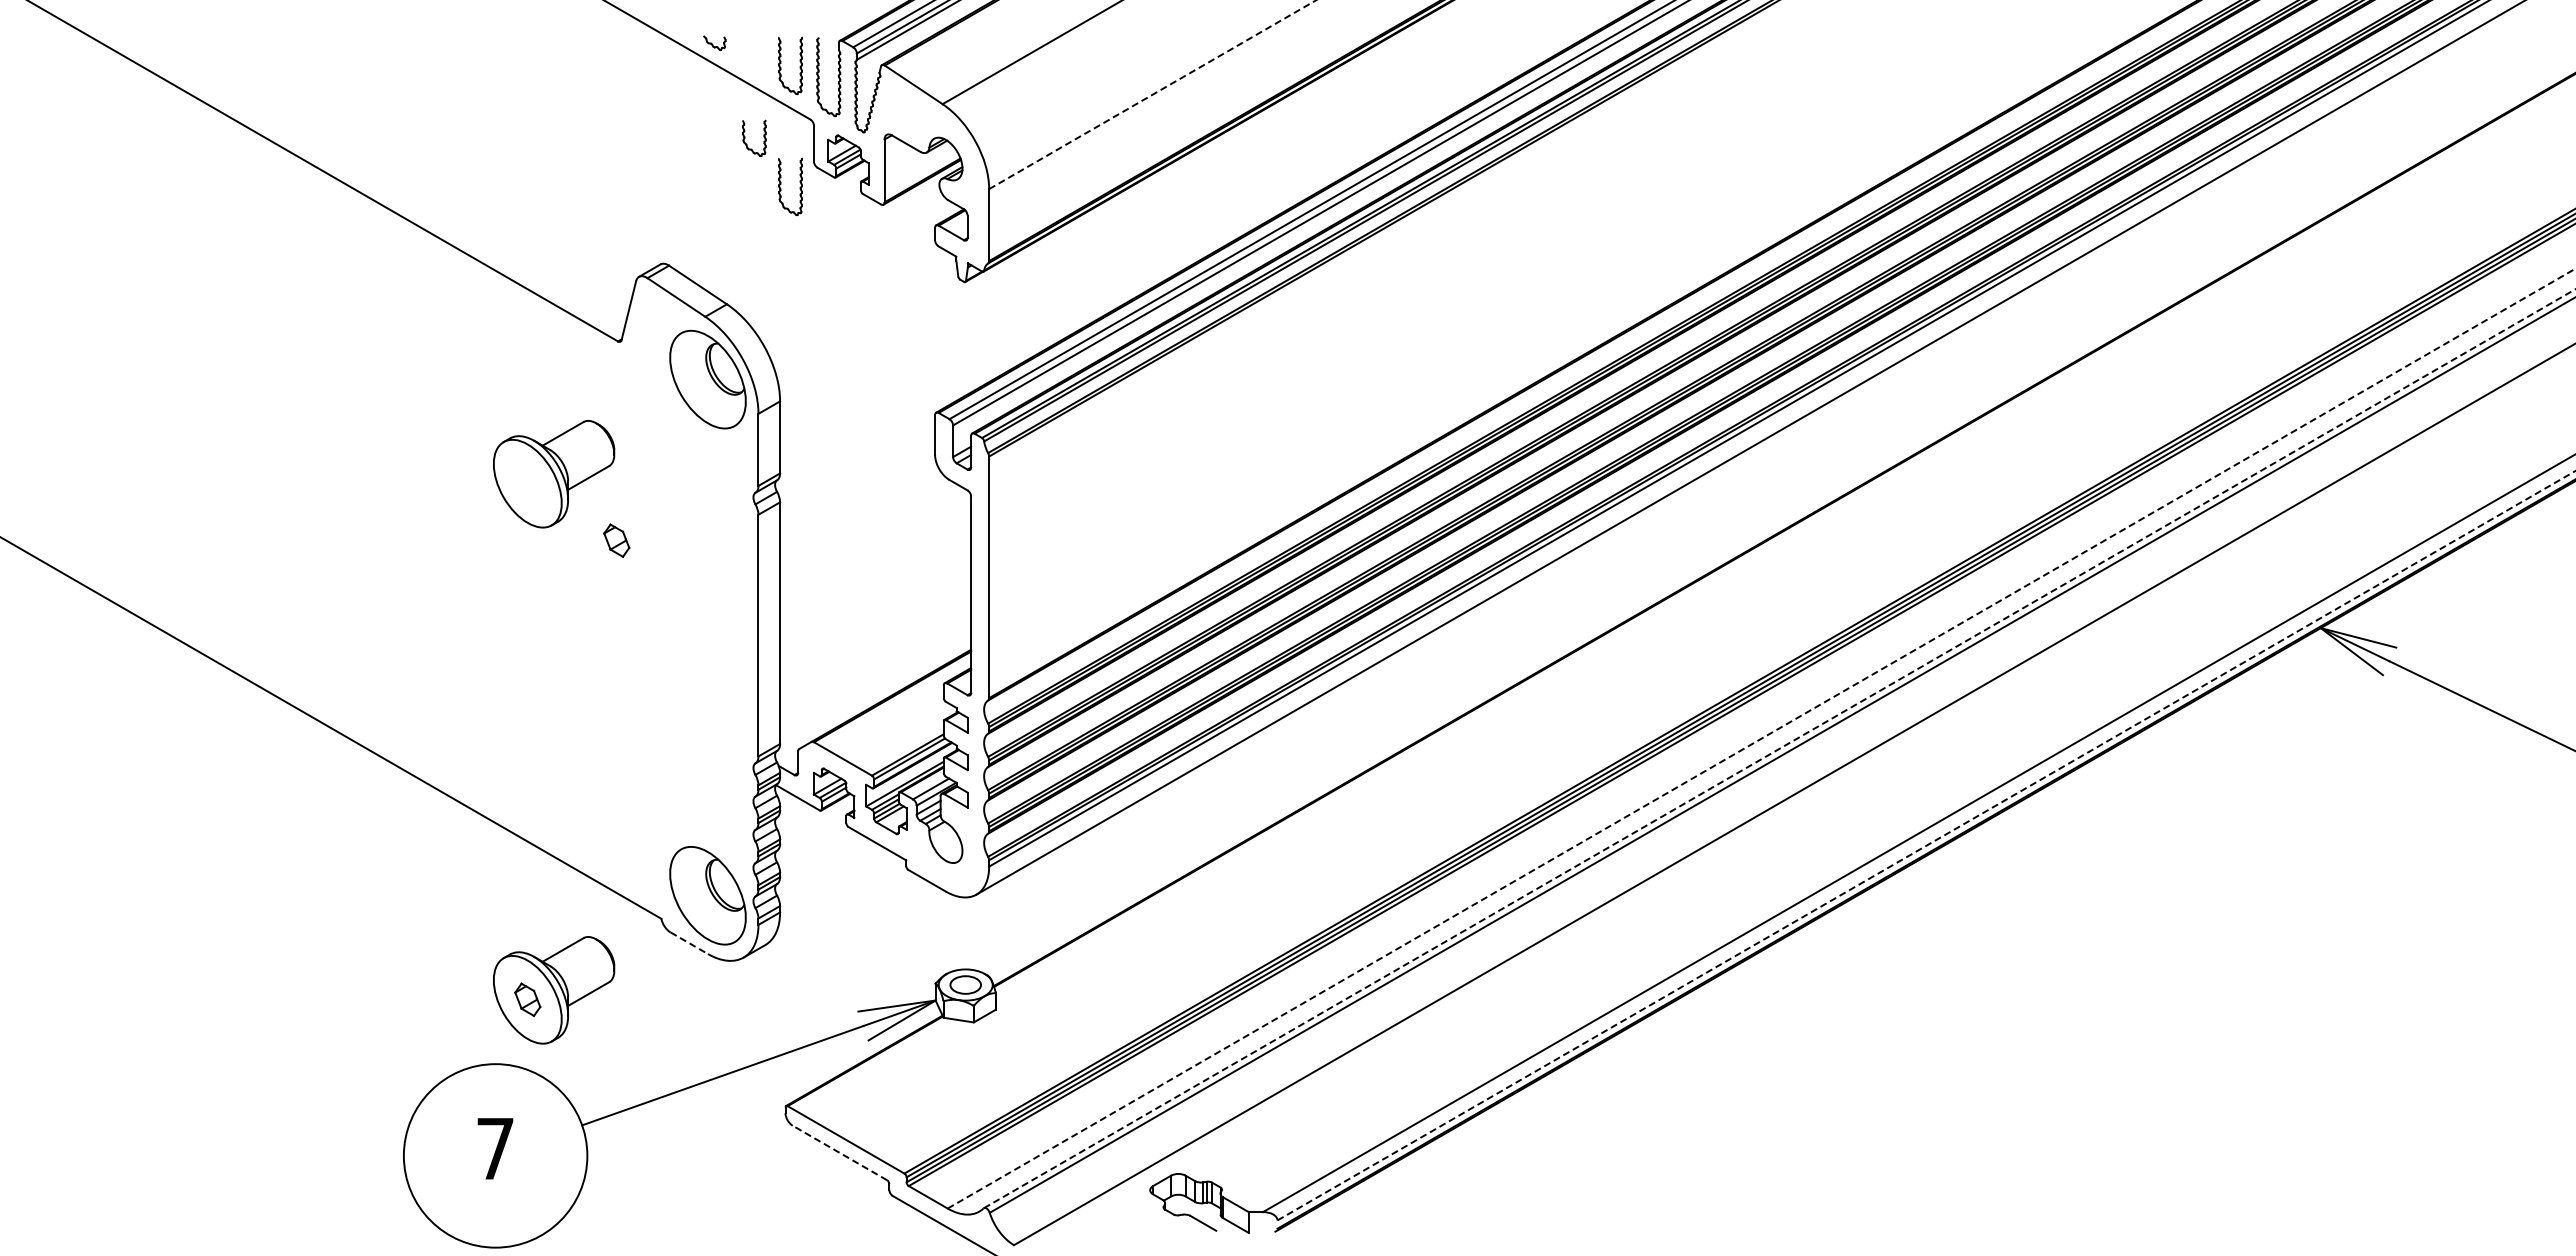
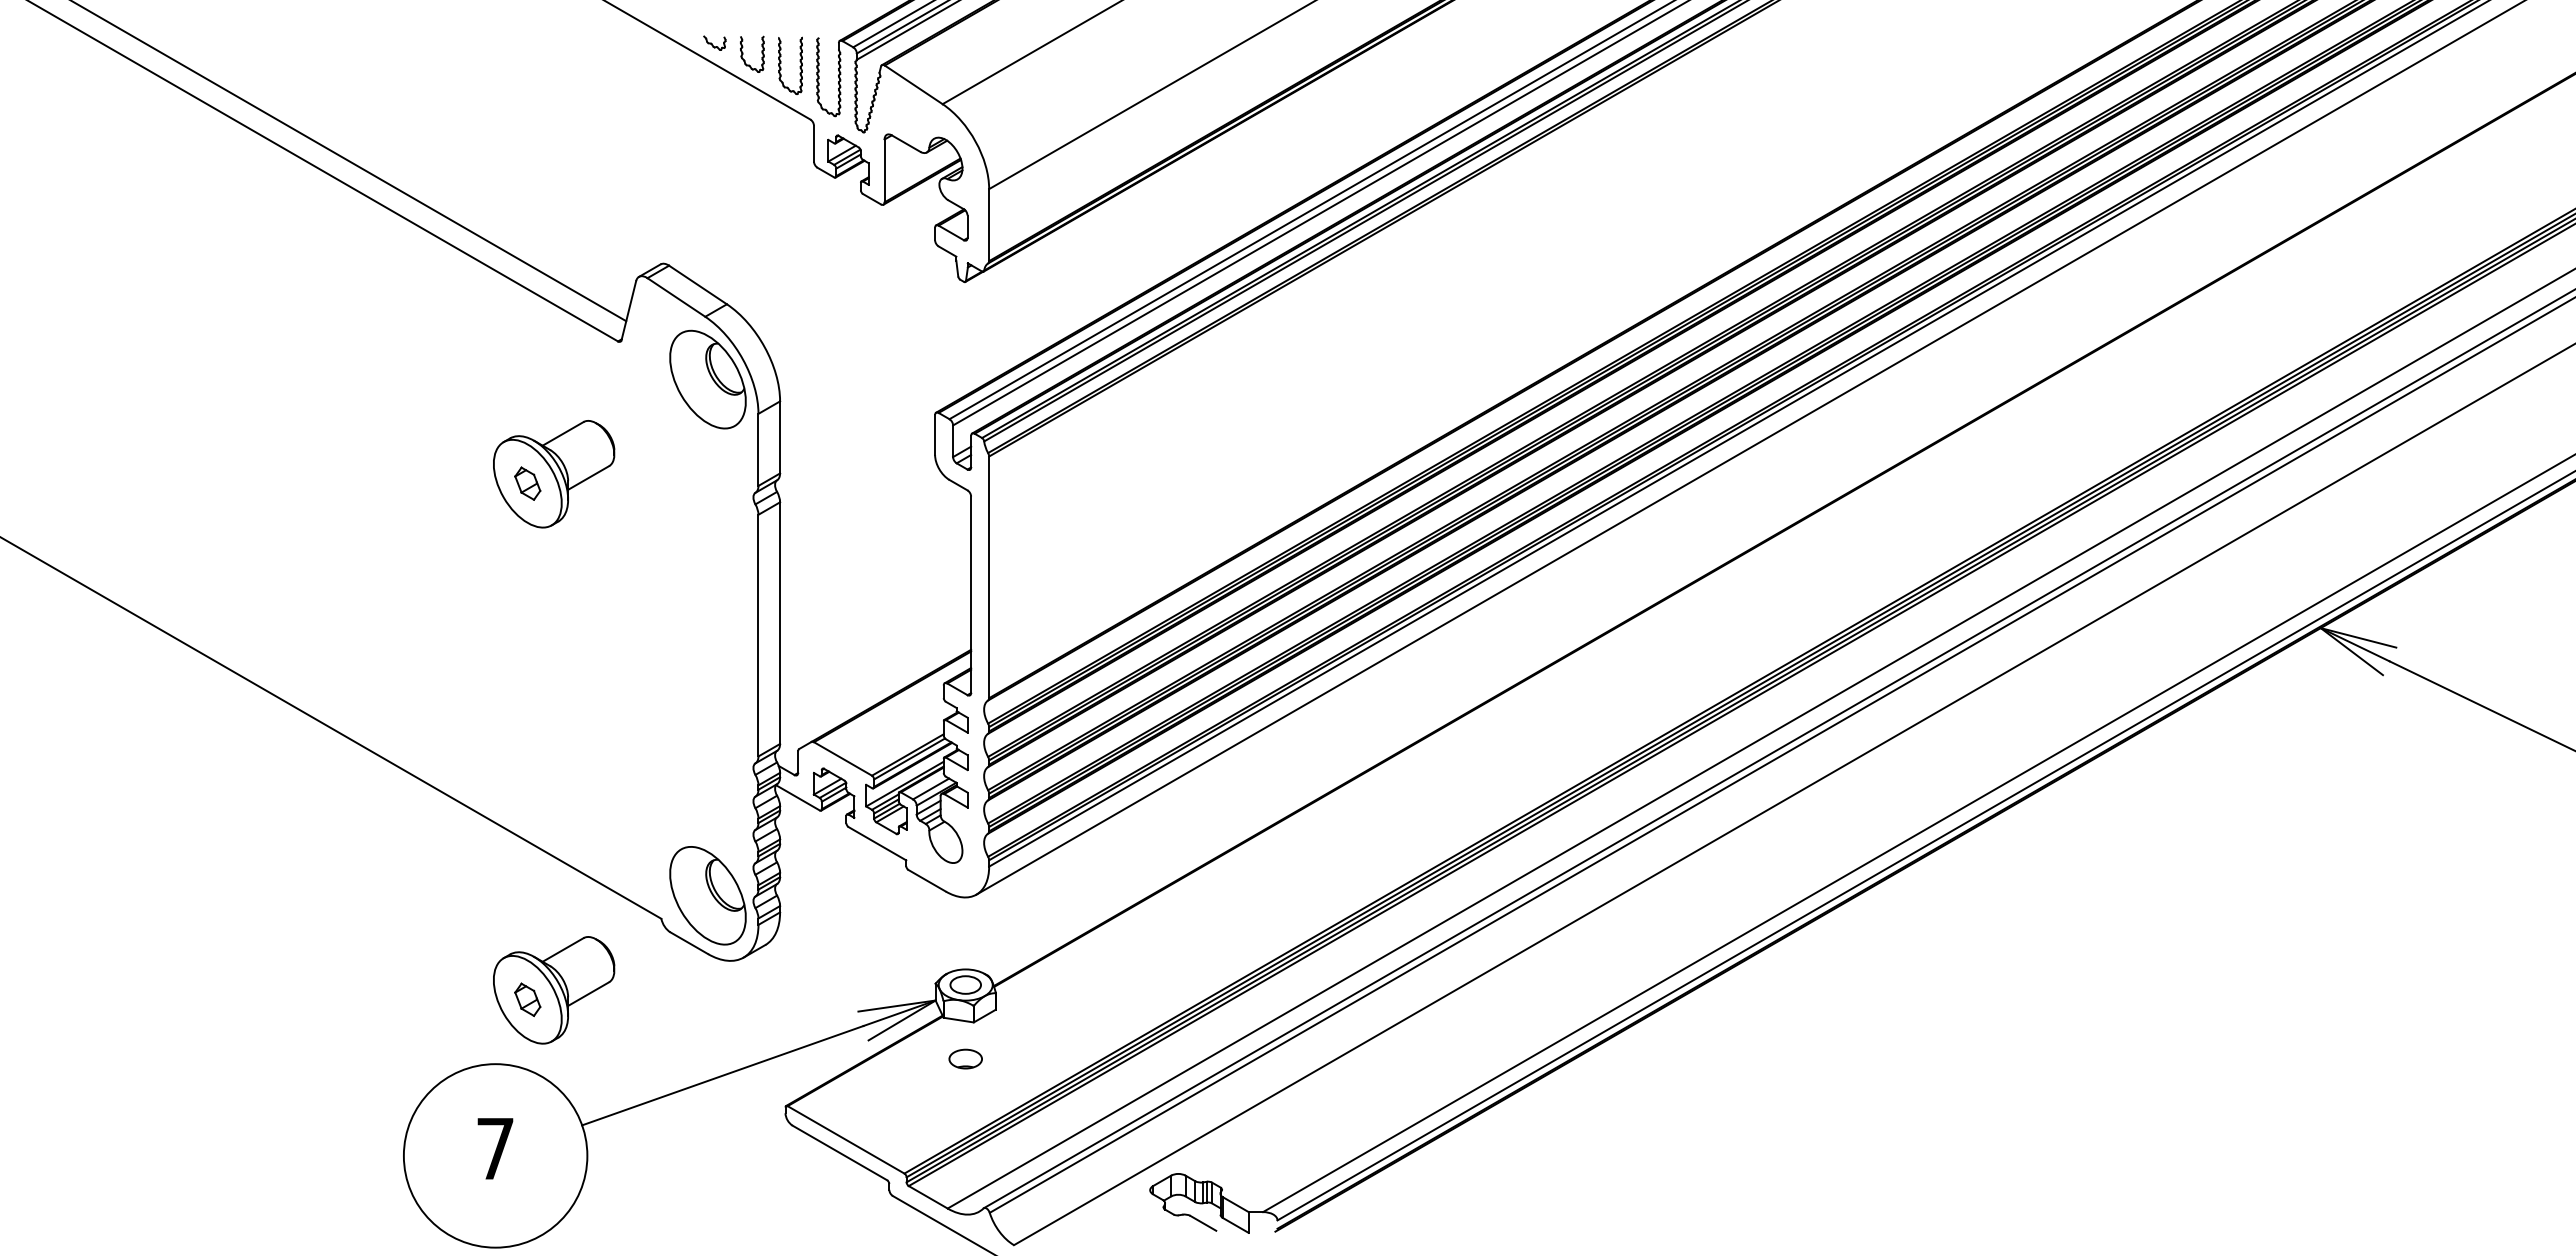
line at (1152, 94): dashed -> solid
part at (745, 137) position: (745, 137) -> (743, 53)
line at (349, 161): none -> present
part at (799, 187): present -> none
part at (616, 540) position: (616, 540) -> (527, 483)
line at (1761, 738): dashed -> solid
line at (1779, 748): dashed -> solid
line at (1926, 845): dashed -> solid
line at (689, 943): dashed -> solid
part at (965, 1058): none -> present
line at (839, 1152): dashed -> solid
